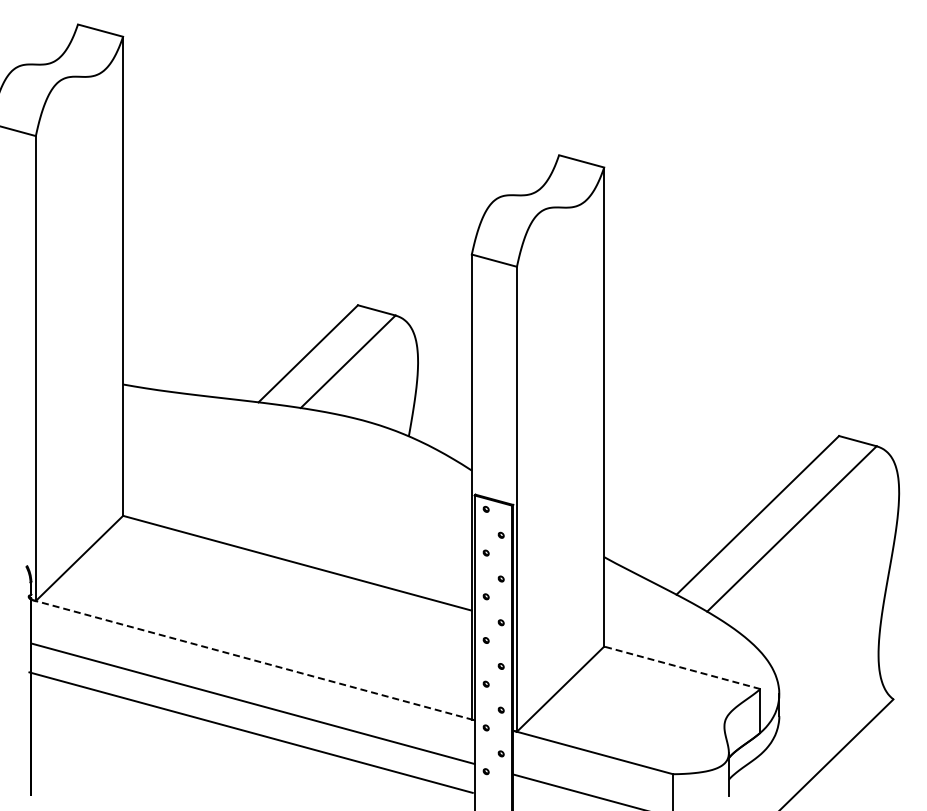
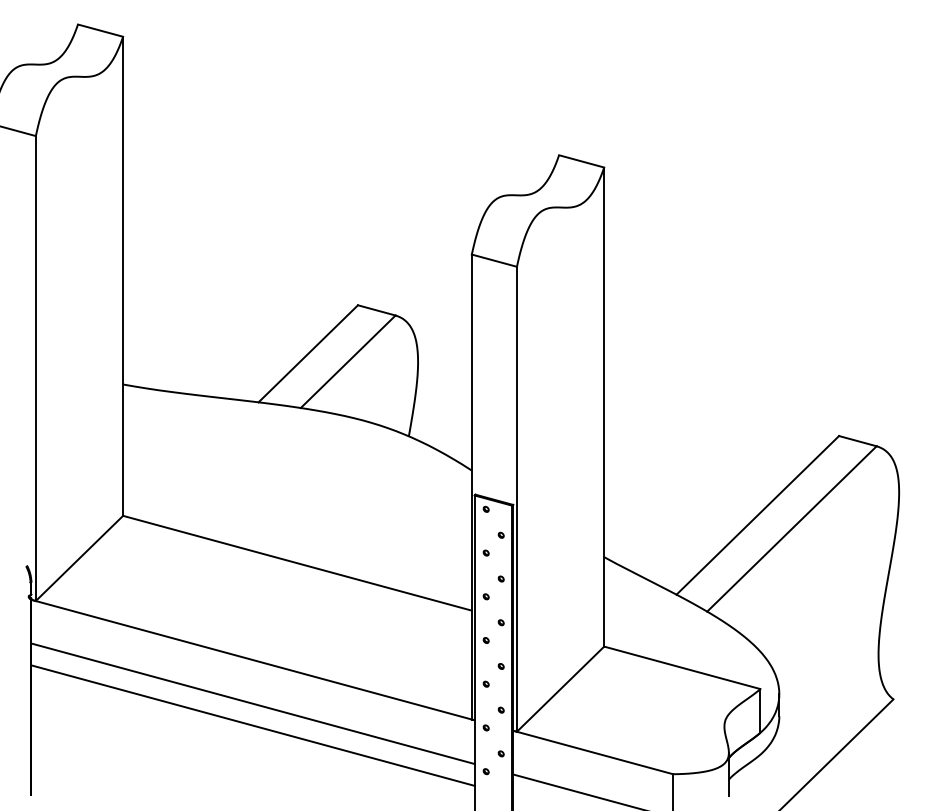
line at (253, 660): dashed -> solid
line at (682, 667): dashed -> solid
line at (250, 732) position: (250, 732) -> (252, 725)
